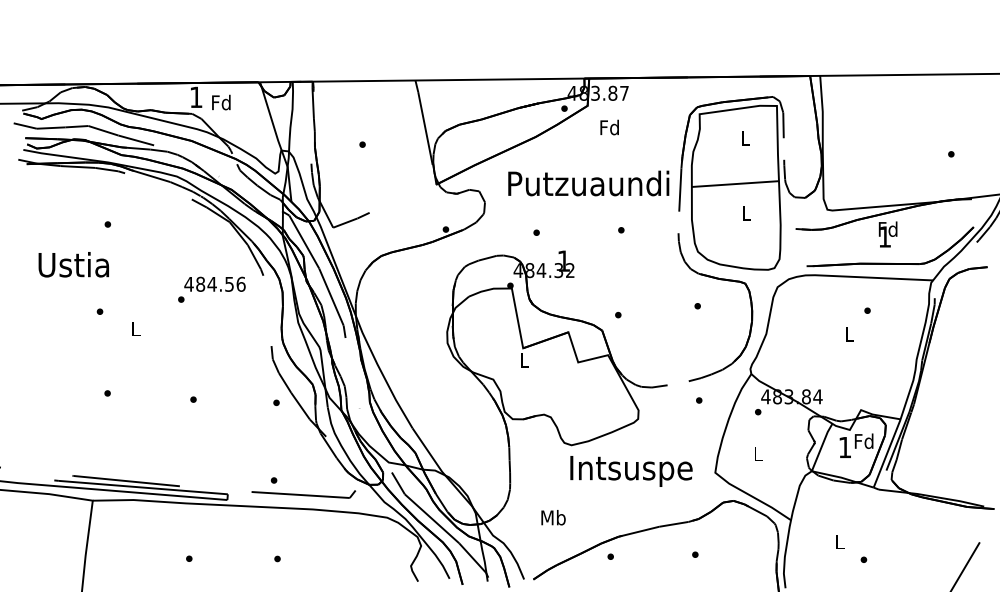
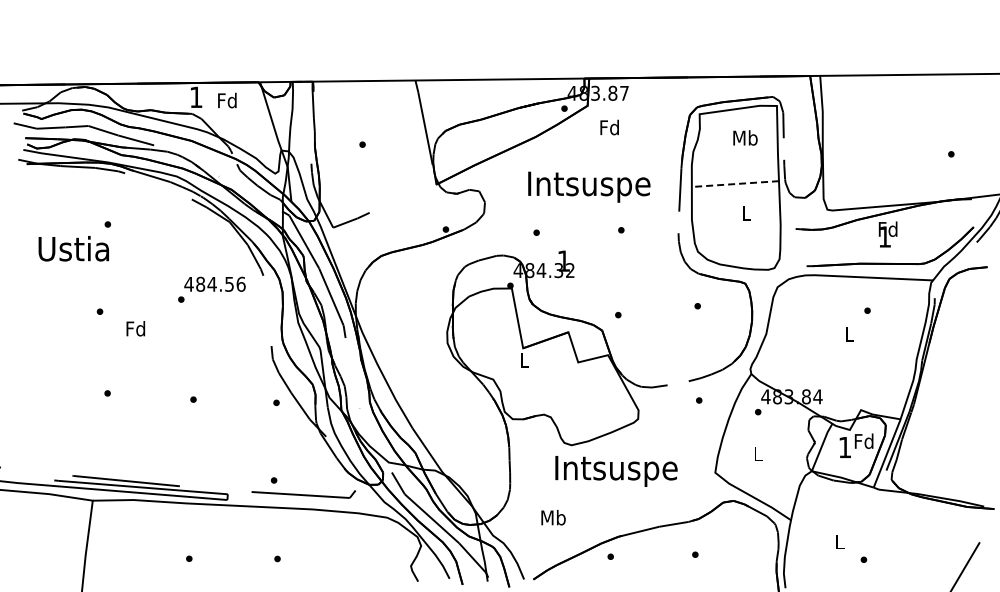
text at (221, 102) position: (221, 102) -> (227, 100)
text at (745, 137): L -> Mb
line at (735, 184): solid -> dashed
text at (588, 186): Putzuaundi -> Intsuspe
text at (73, 264) position: (73, 264) -> (73, 248)
text at (135, 328): L -> Fd
text at (631, 471) position: (631, 471) -> (616, 471)
